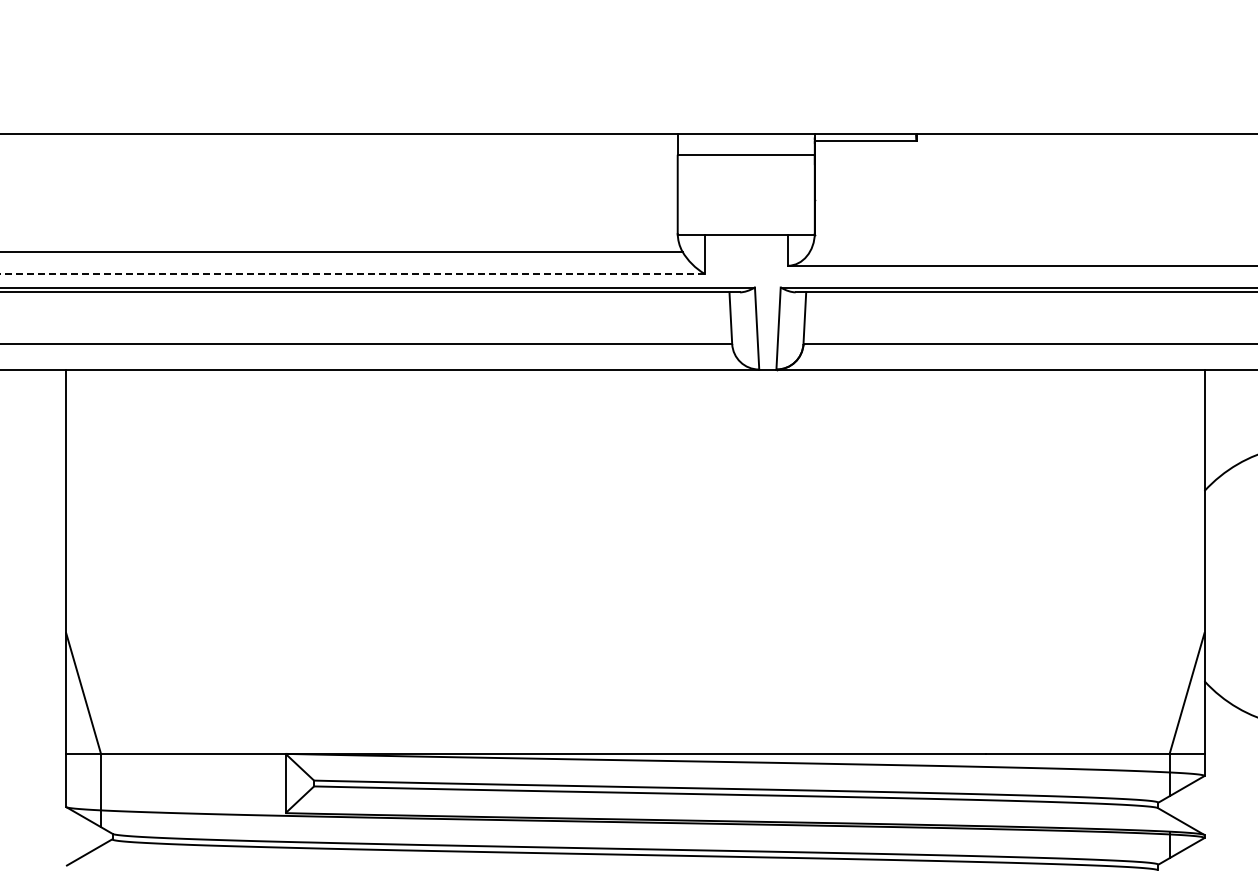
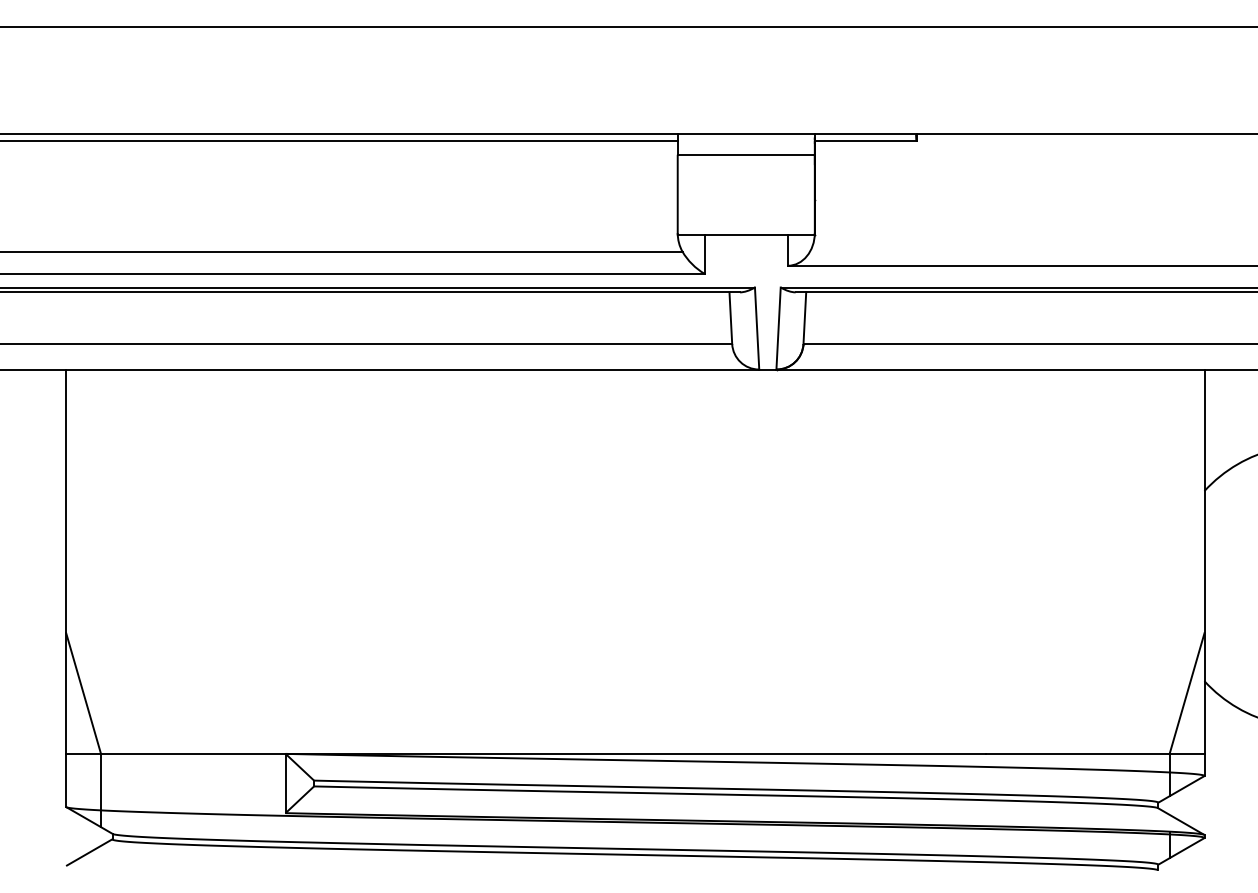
line at (628, 26): none -> present
line at (339, 141): none -> present
line at (352, 273): dashed -> solid
